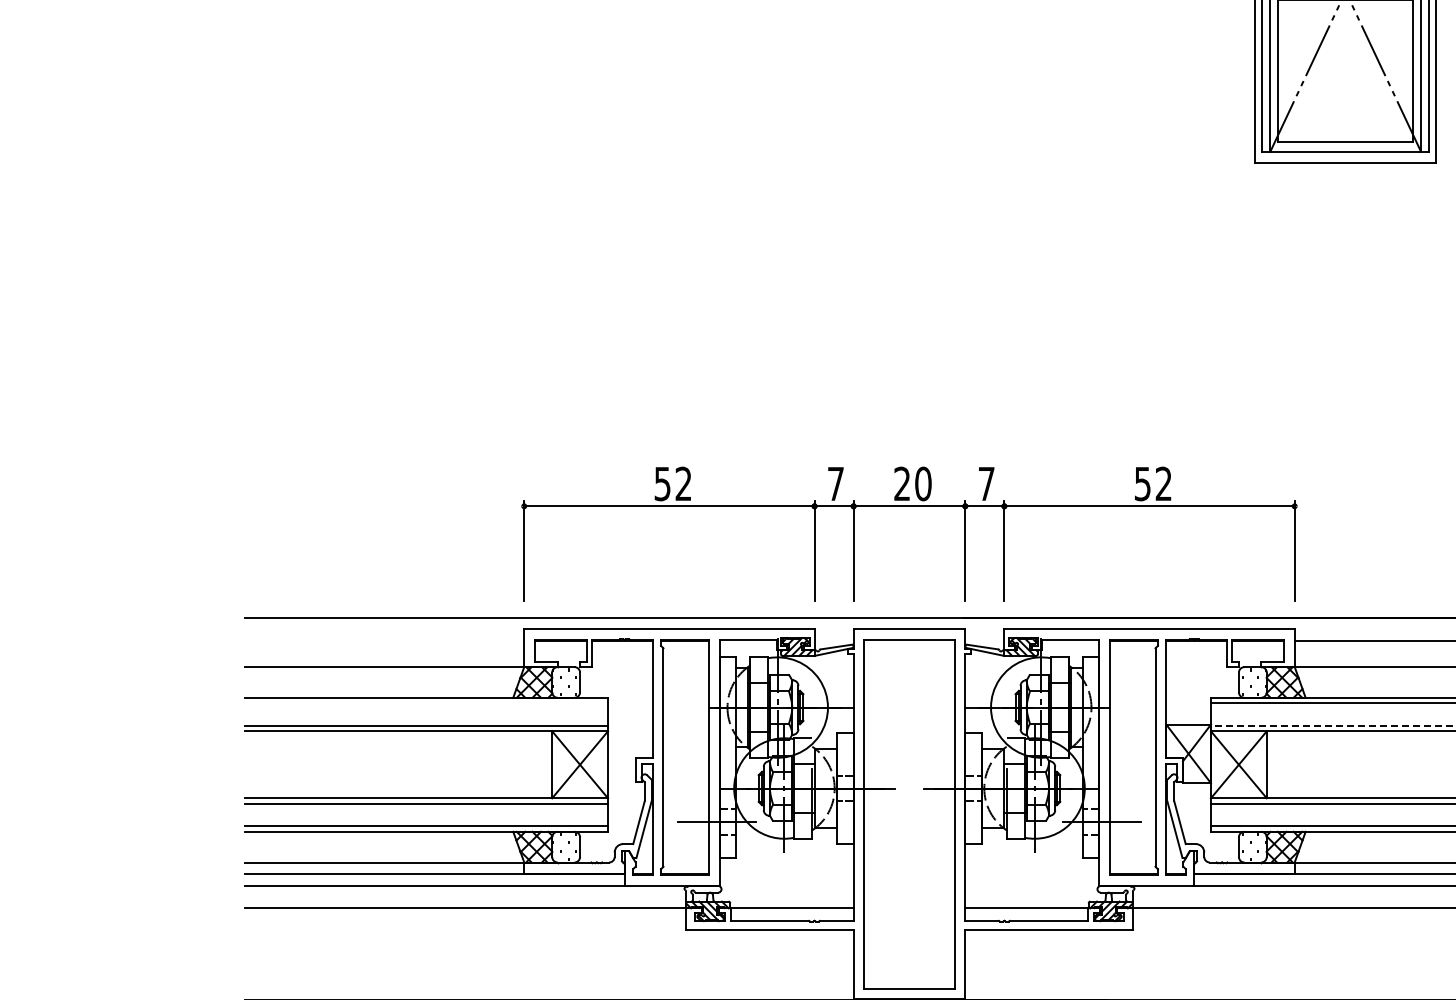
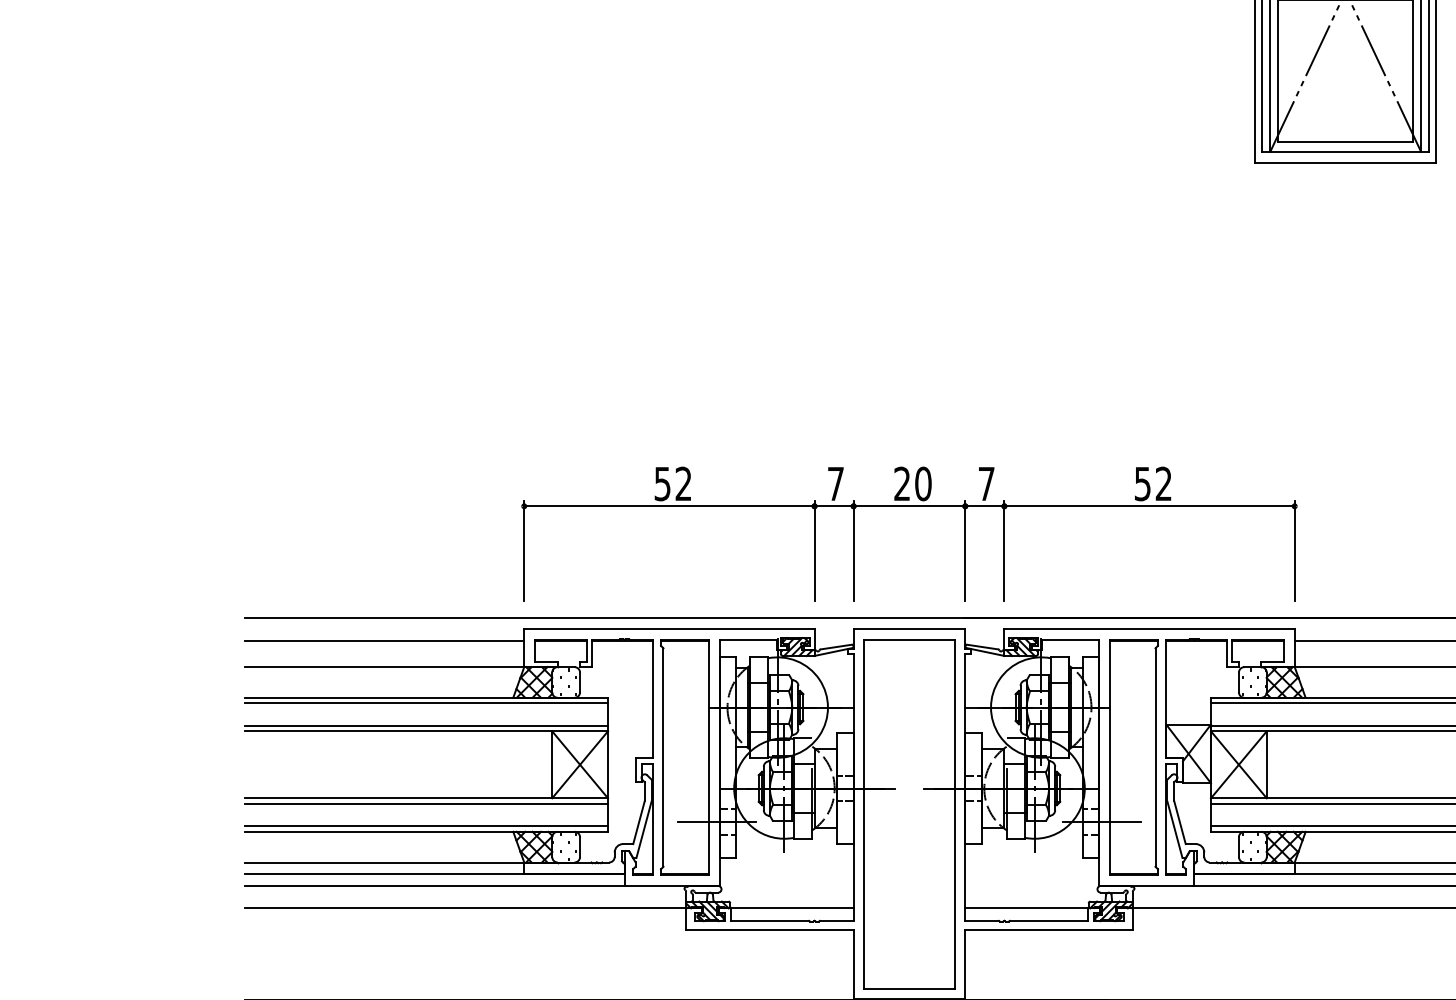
line at (384, 641): none -> present
line at (426, 703): none -> present
line at (1332, 725): dashed -> solid
